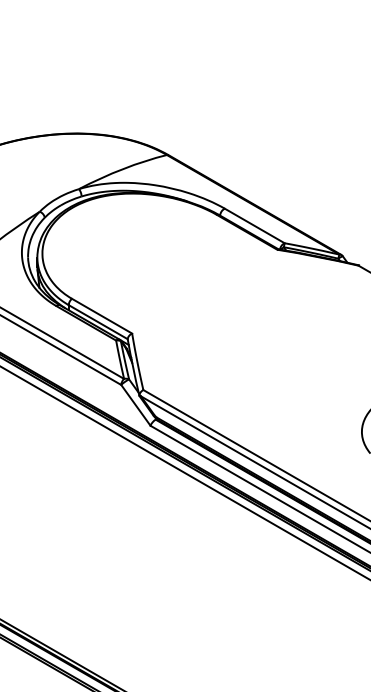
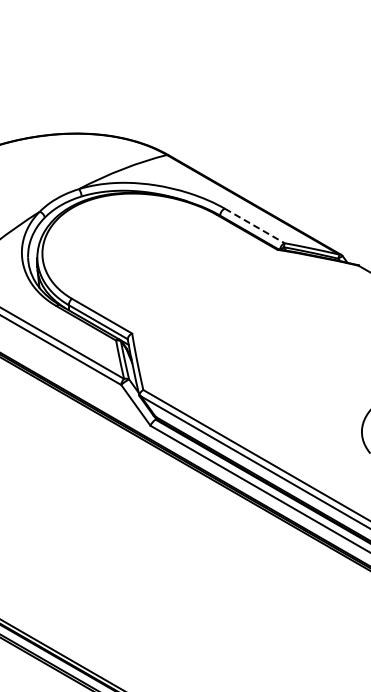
line at (254, 225): solid -> dashed
line at (184, 472): present -> none
